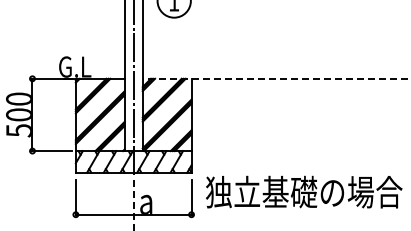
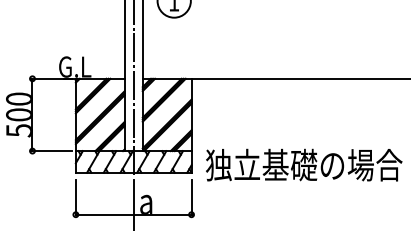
line at (276, 78): dashed -> solid
text at (304, 191) position: (304, 191) -> (304, 164)
line at (133, 205): dashed -> solid
